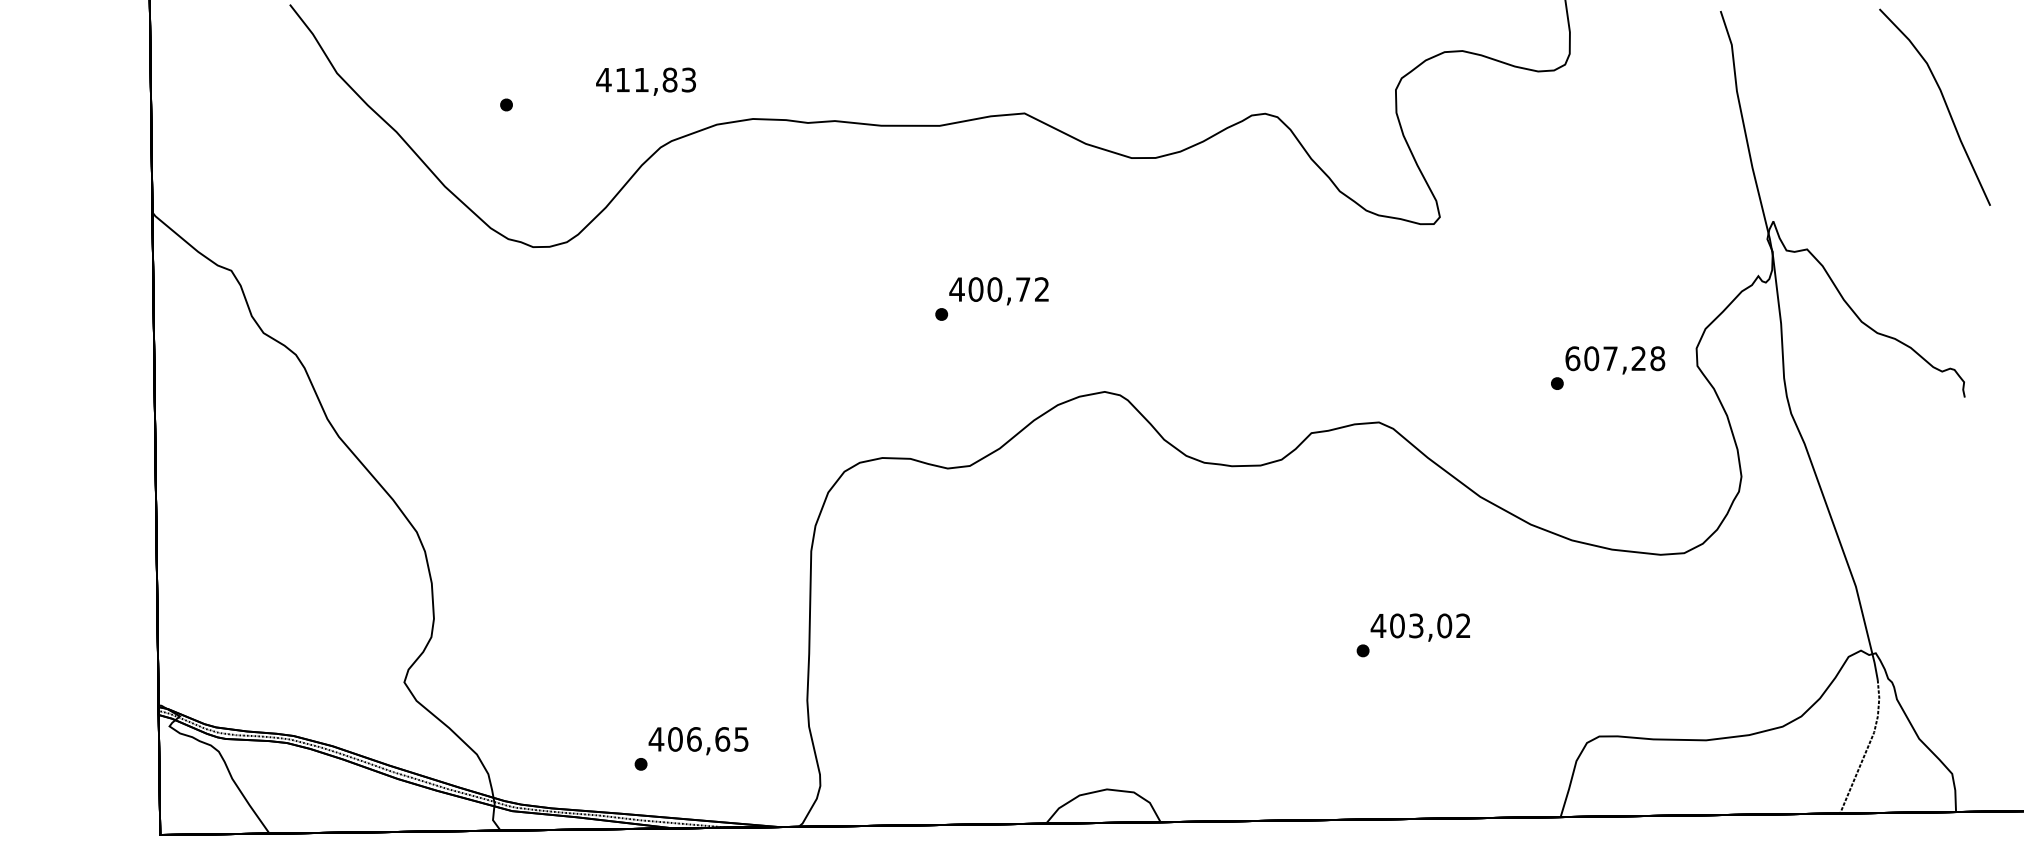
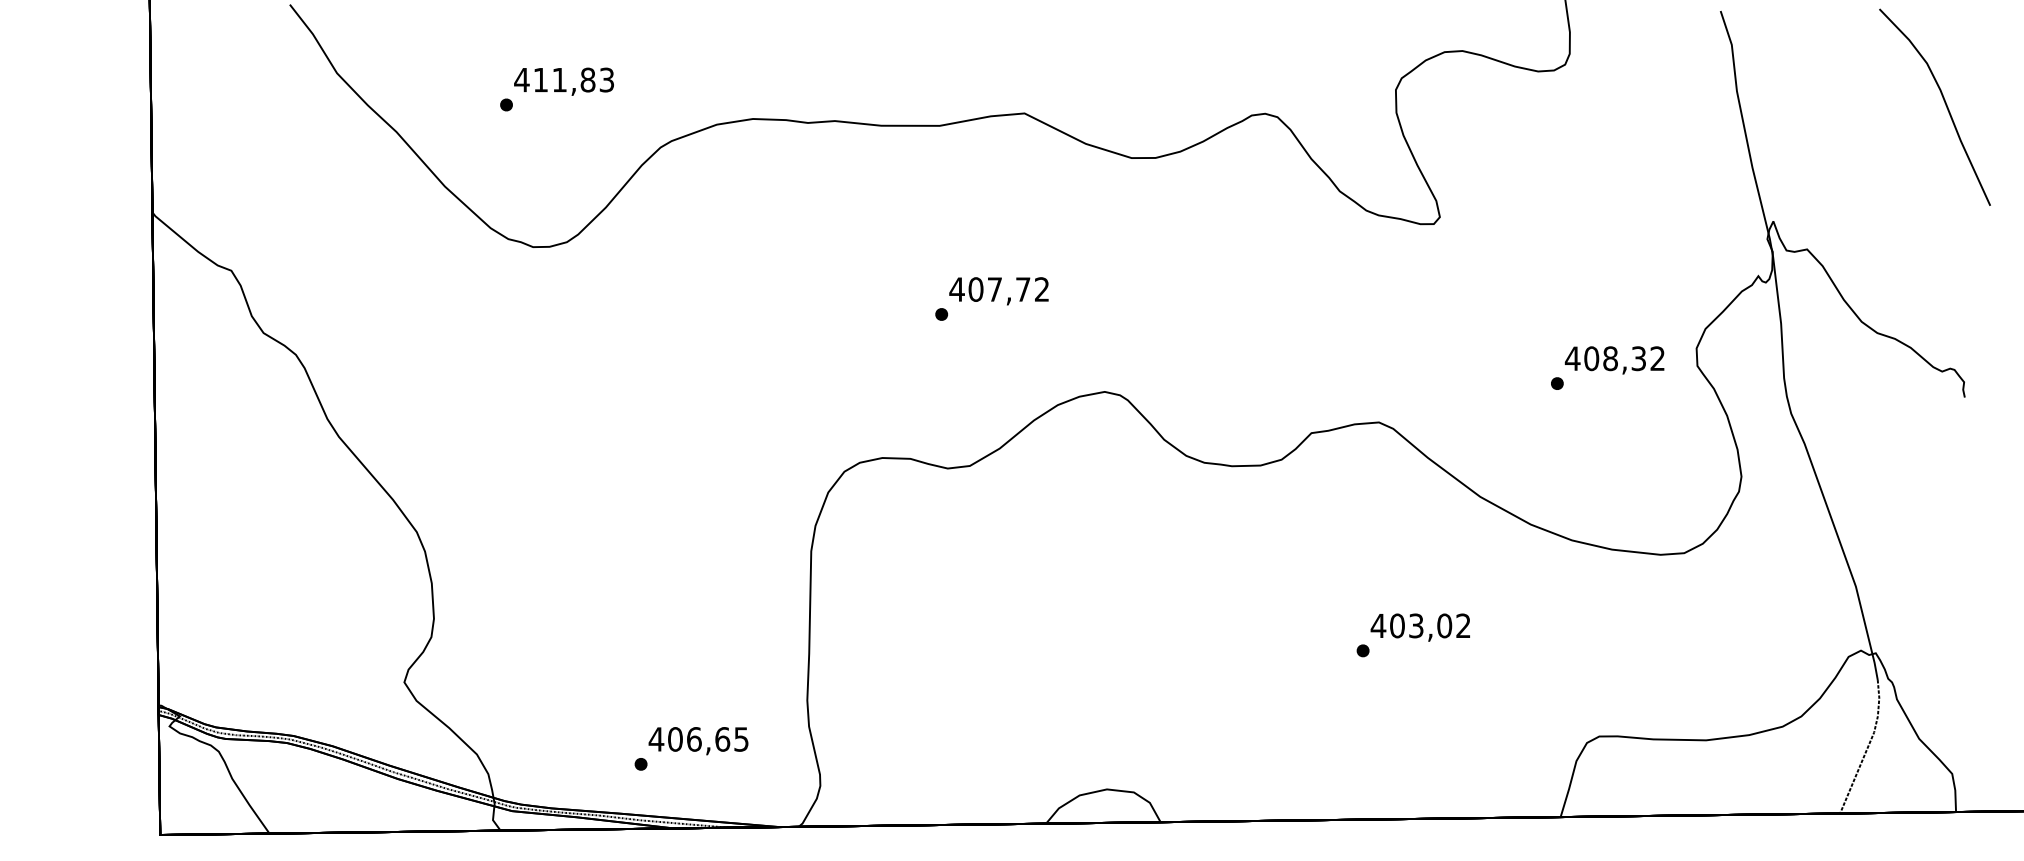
text at (645, 81) position: (645, 81) -> (563, 81)
text at (994, 289): 400,72 -> 407,72
text at (1614, 358): 607,28 -> 408,32
